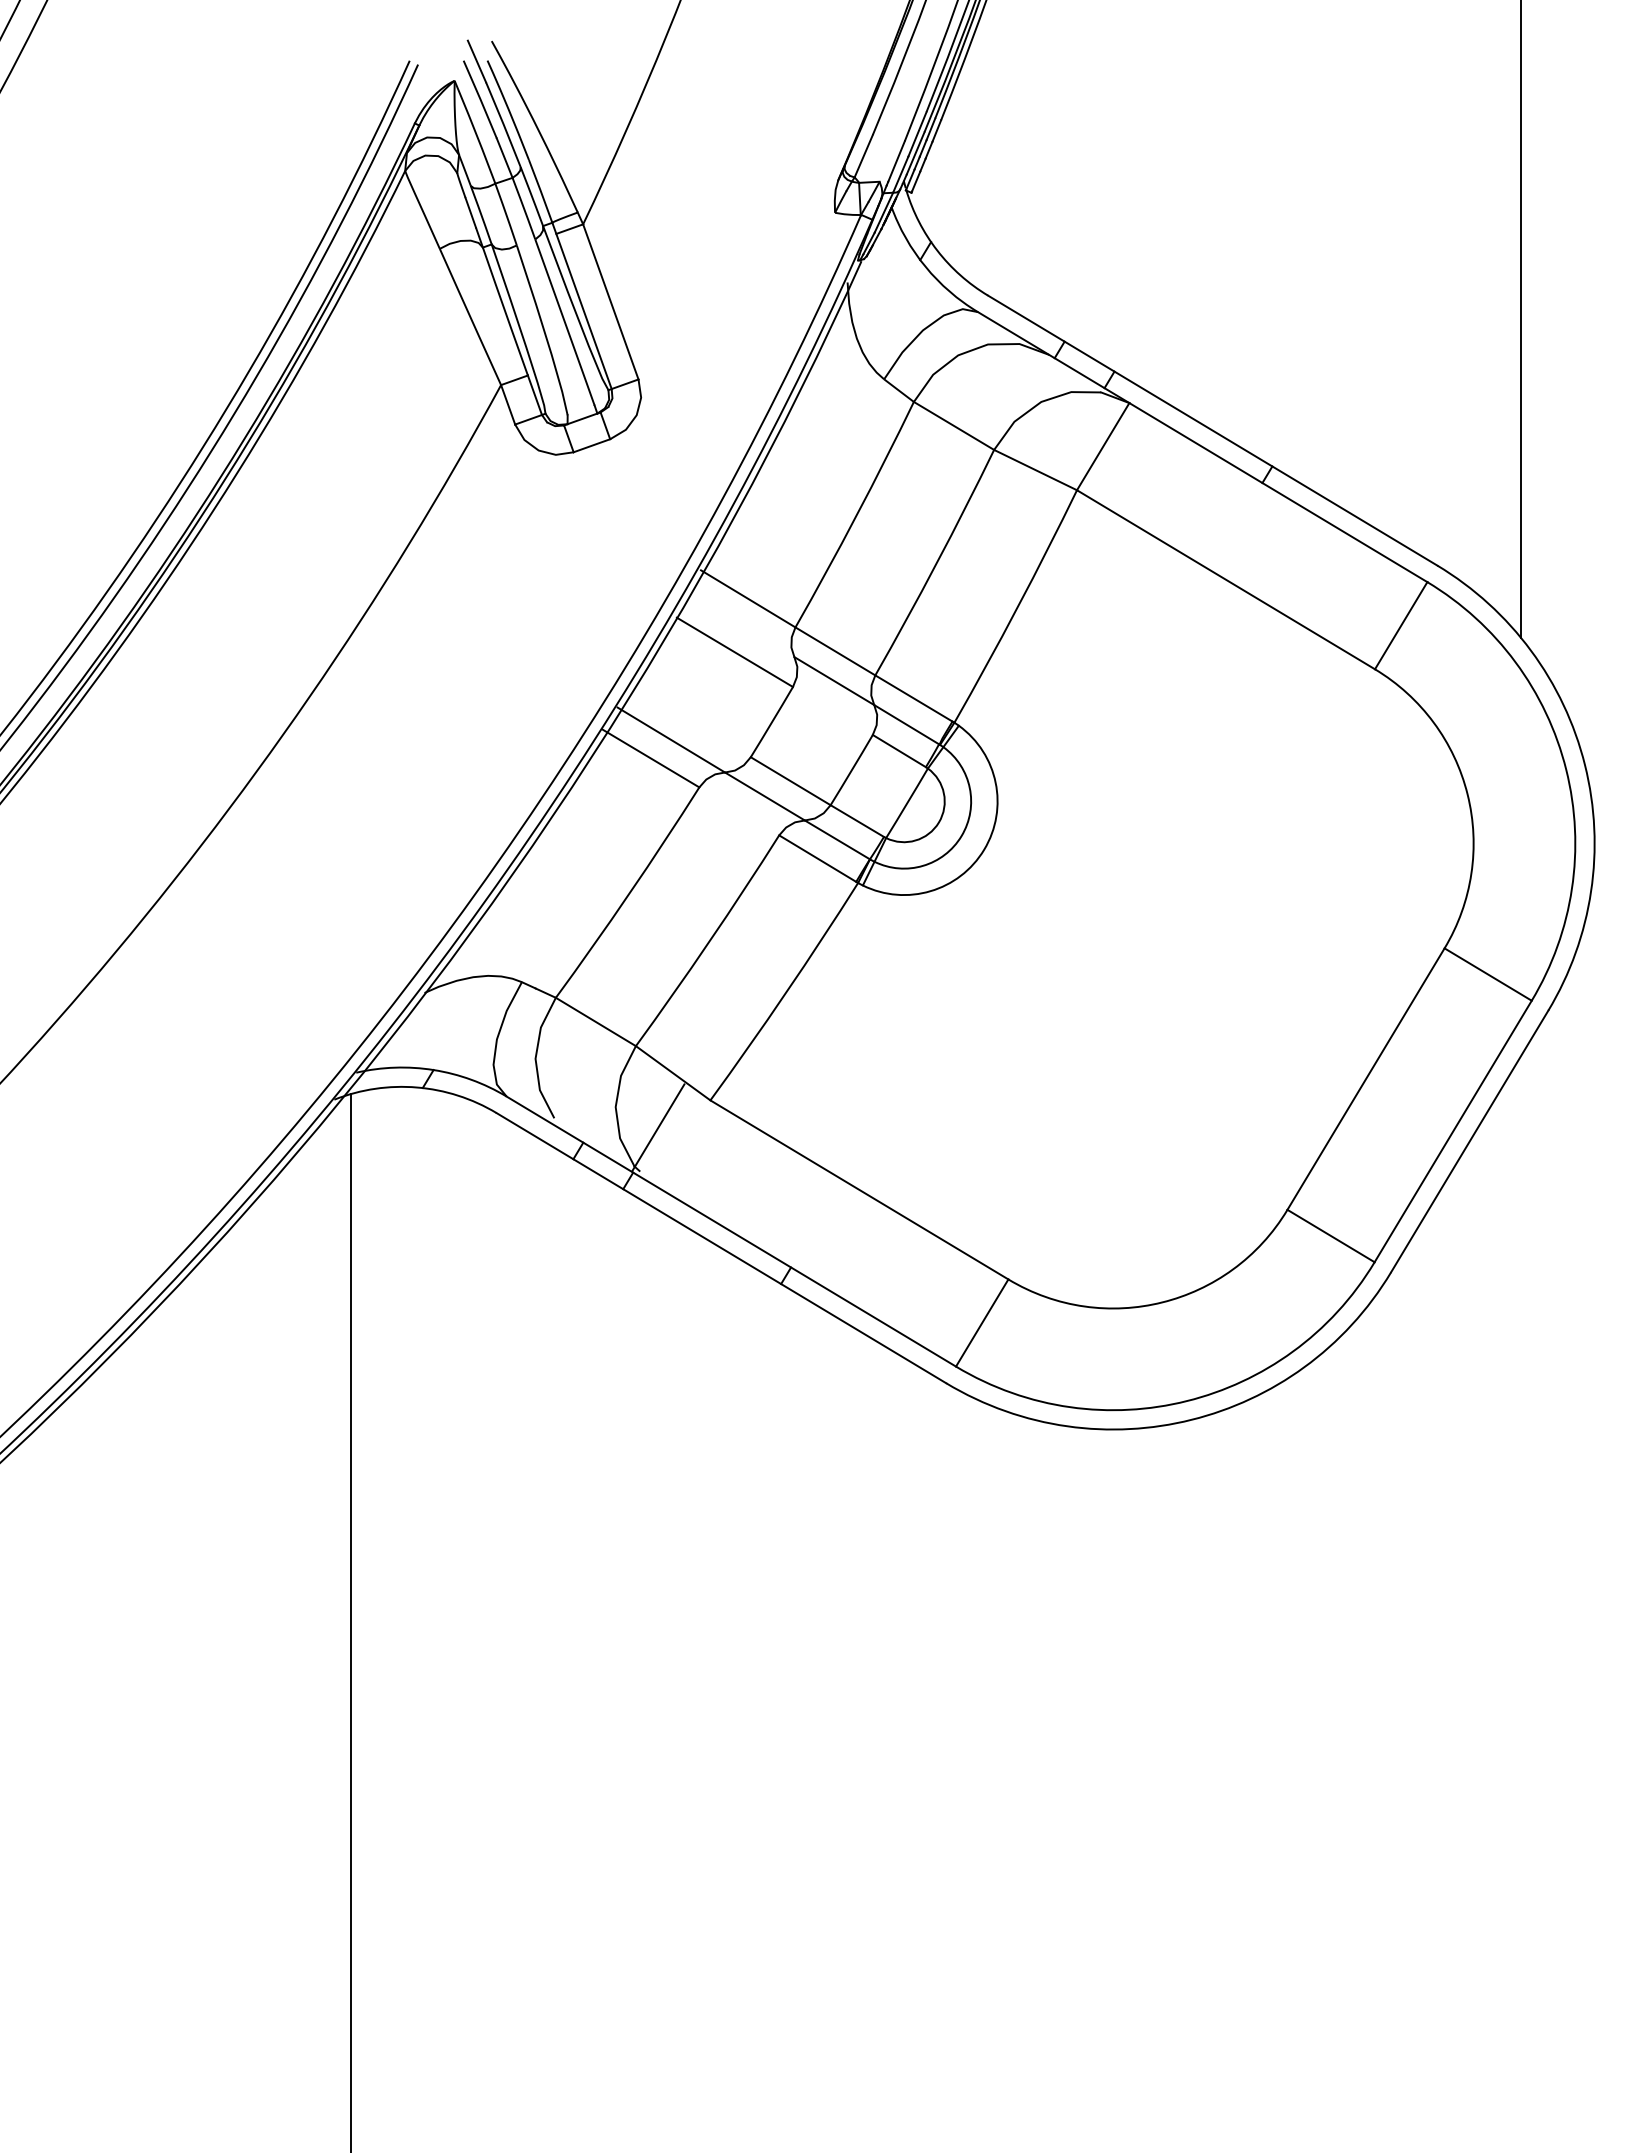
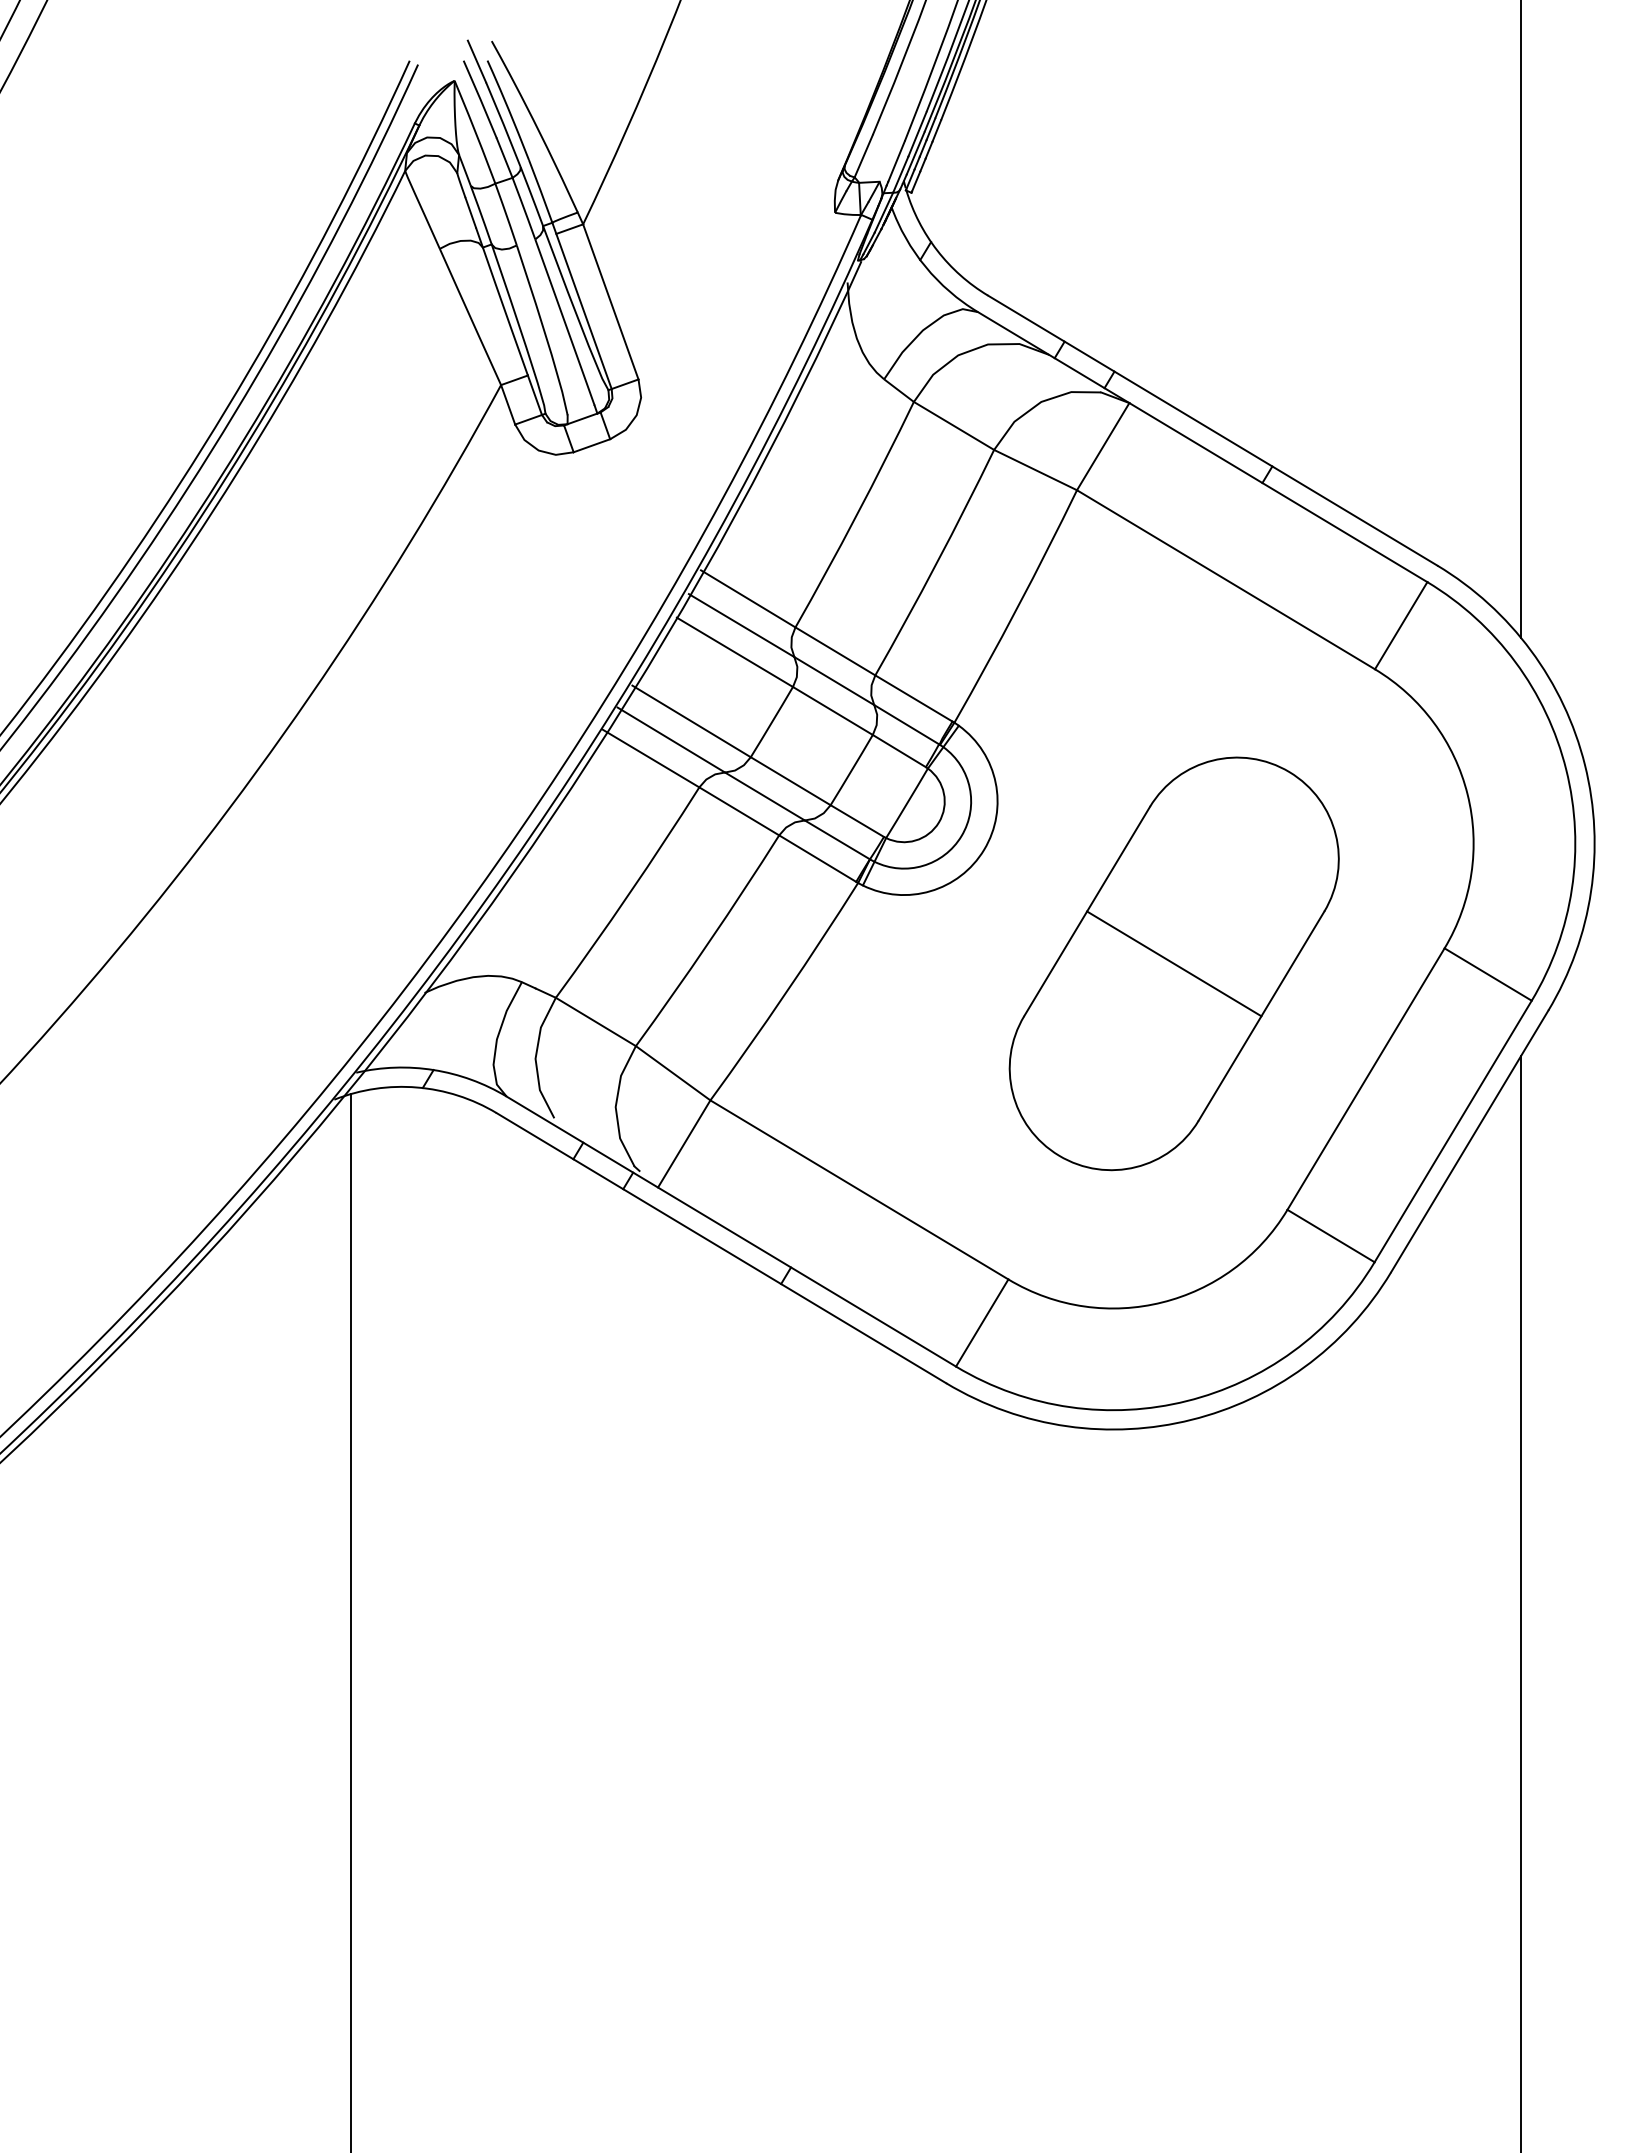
line at (741, 625): none -> present
line at (832, 710): none -> present
line at (691, 721): none -> present
line at (739, 811): none -> present
part at (1173, 963): none -> present
line at (658, 1127) position: (658, 1127) -> (684, 1143)
line at (1520, 1602): none -> present
